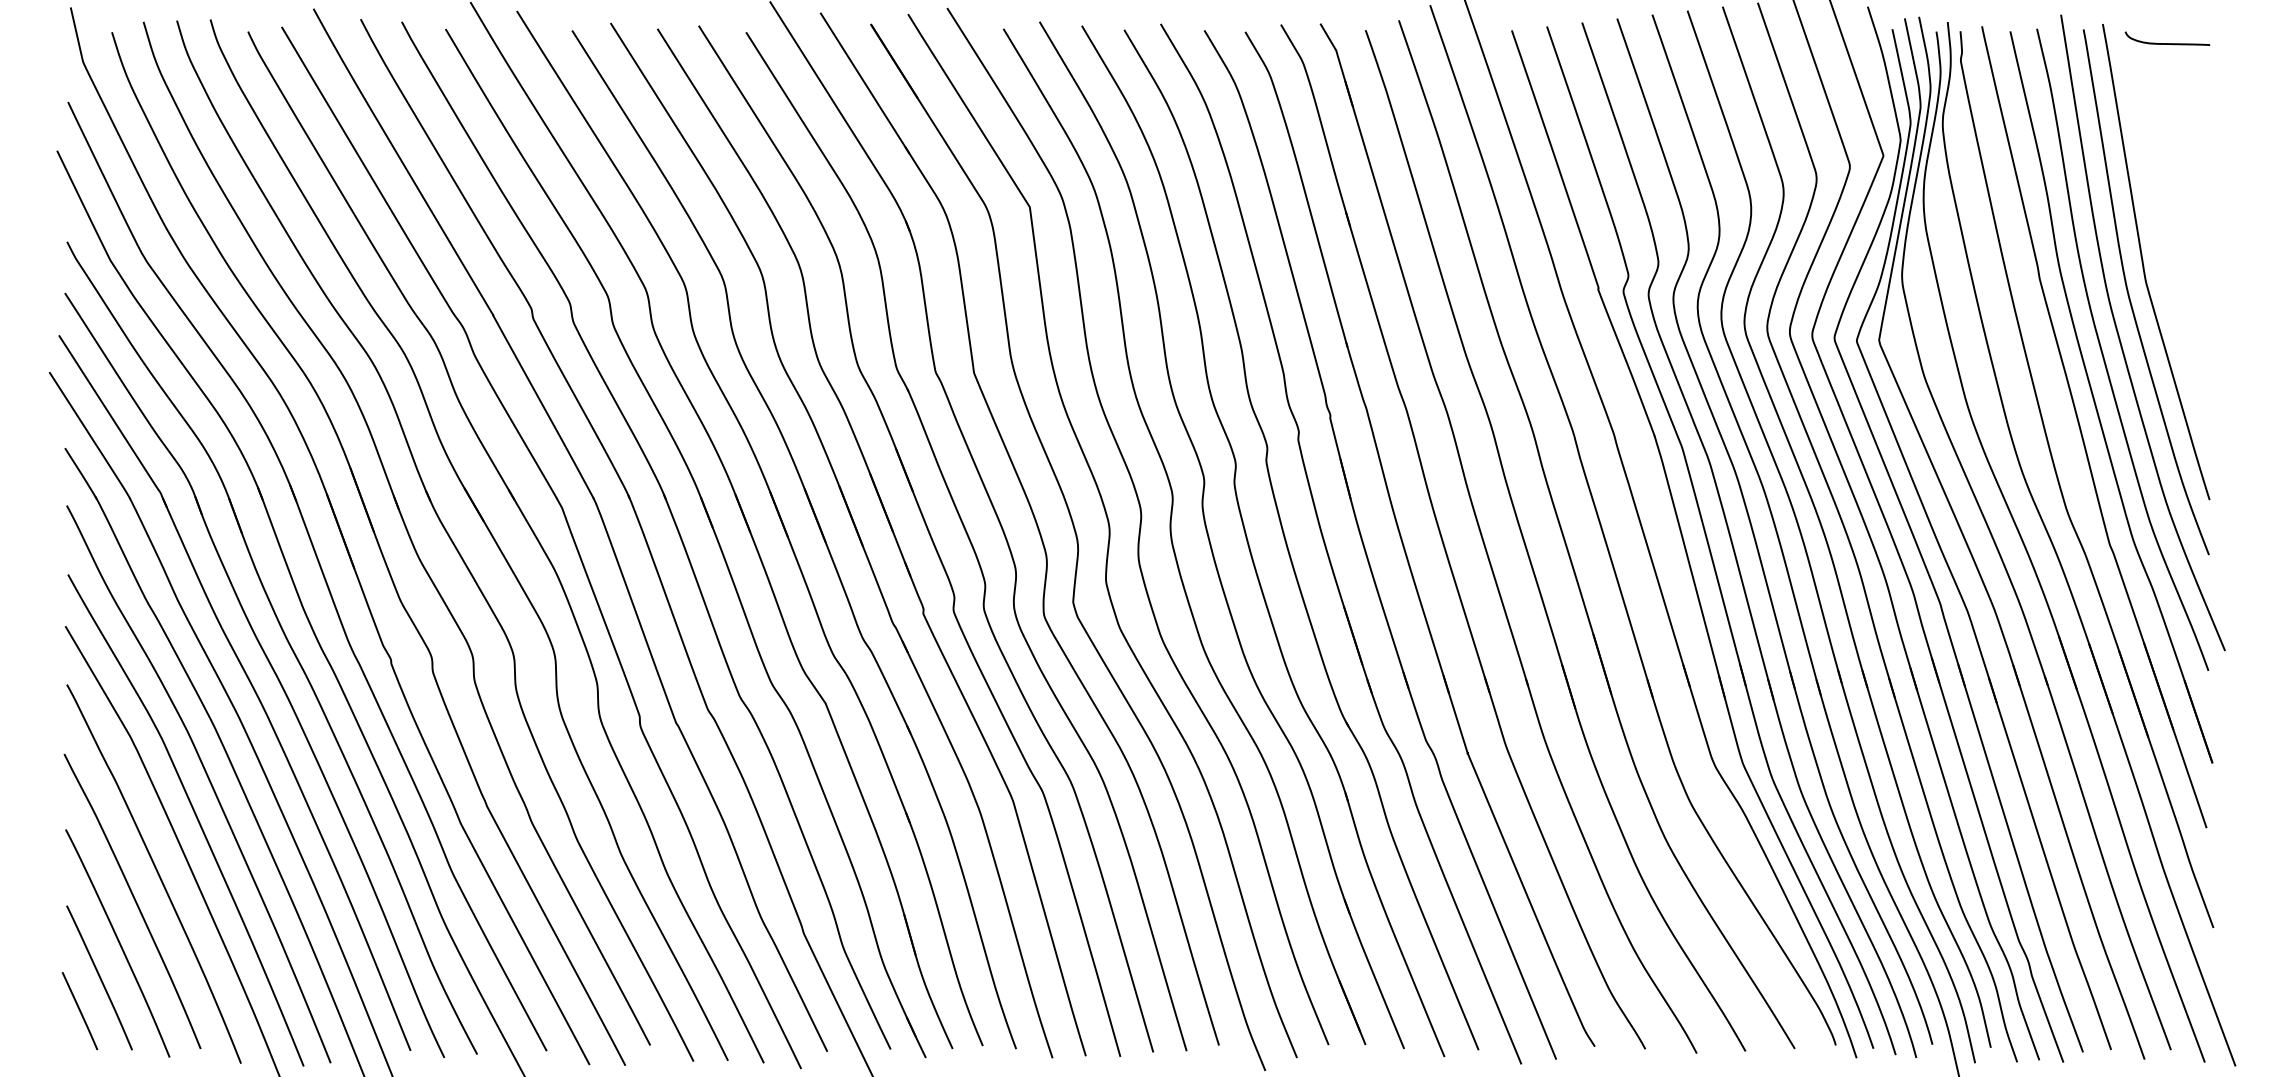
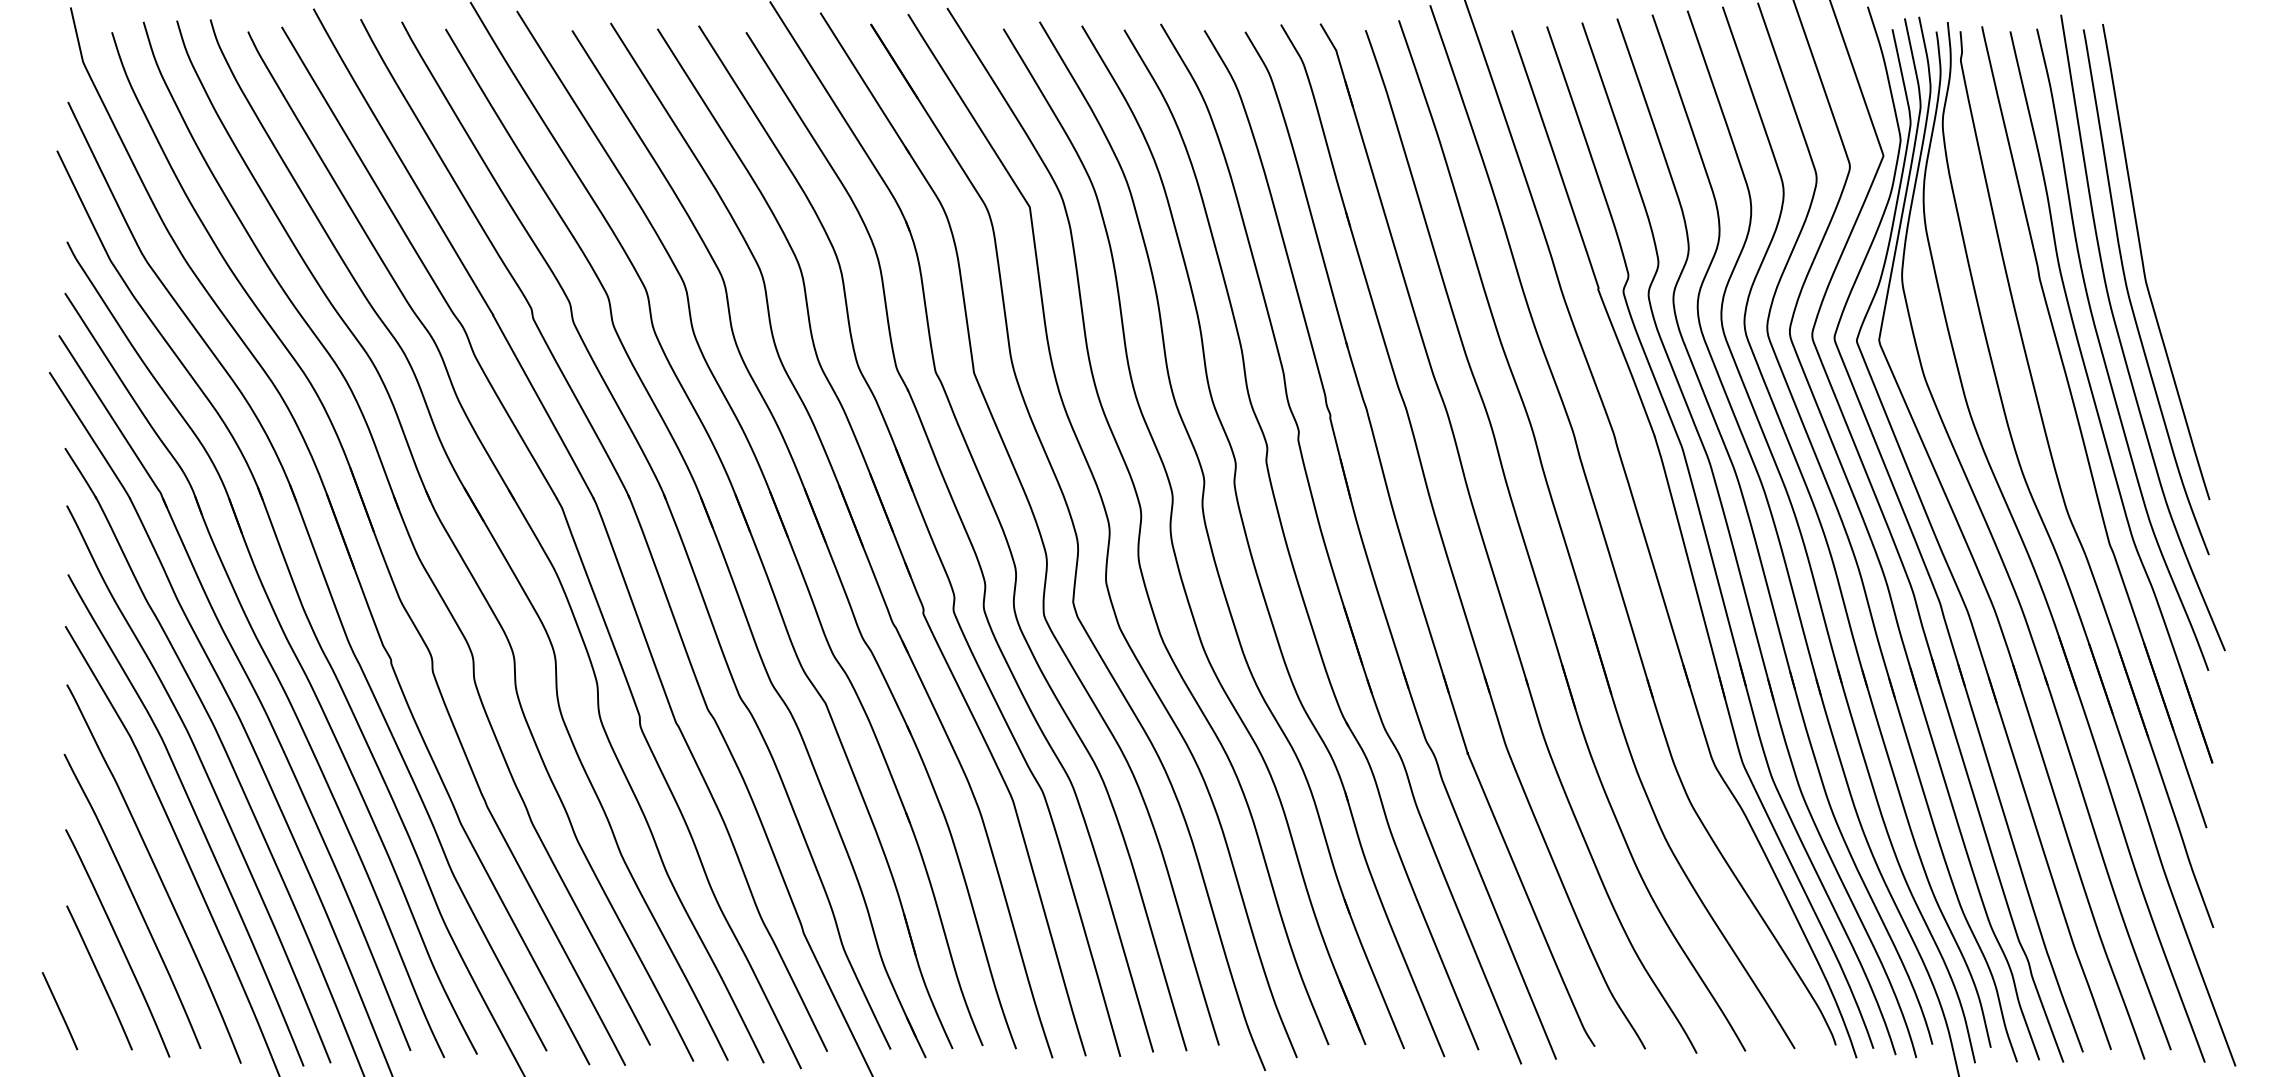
curve at (2167, 43): present -> none
line at (79, 1011) position: (79, 1011) -> (59, 1011)
